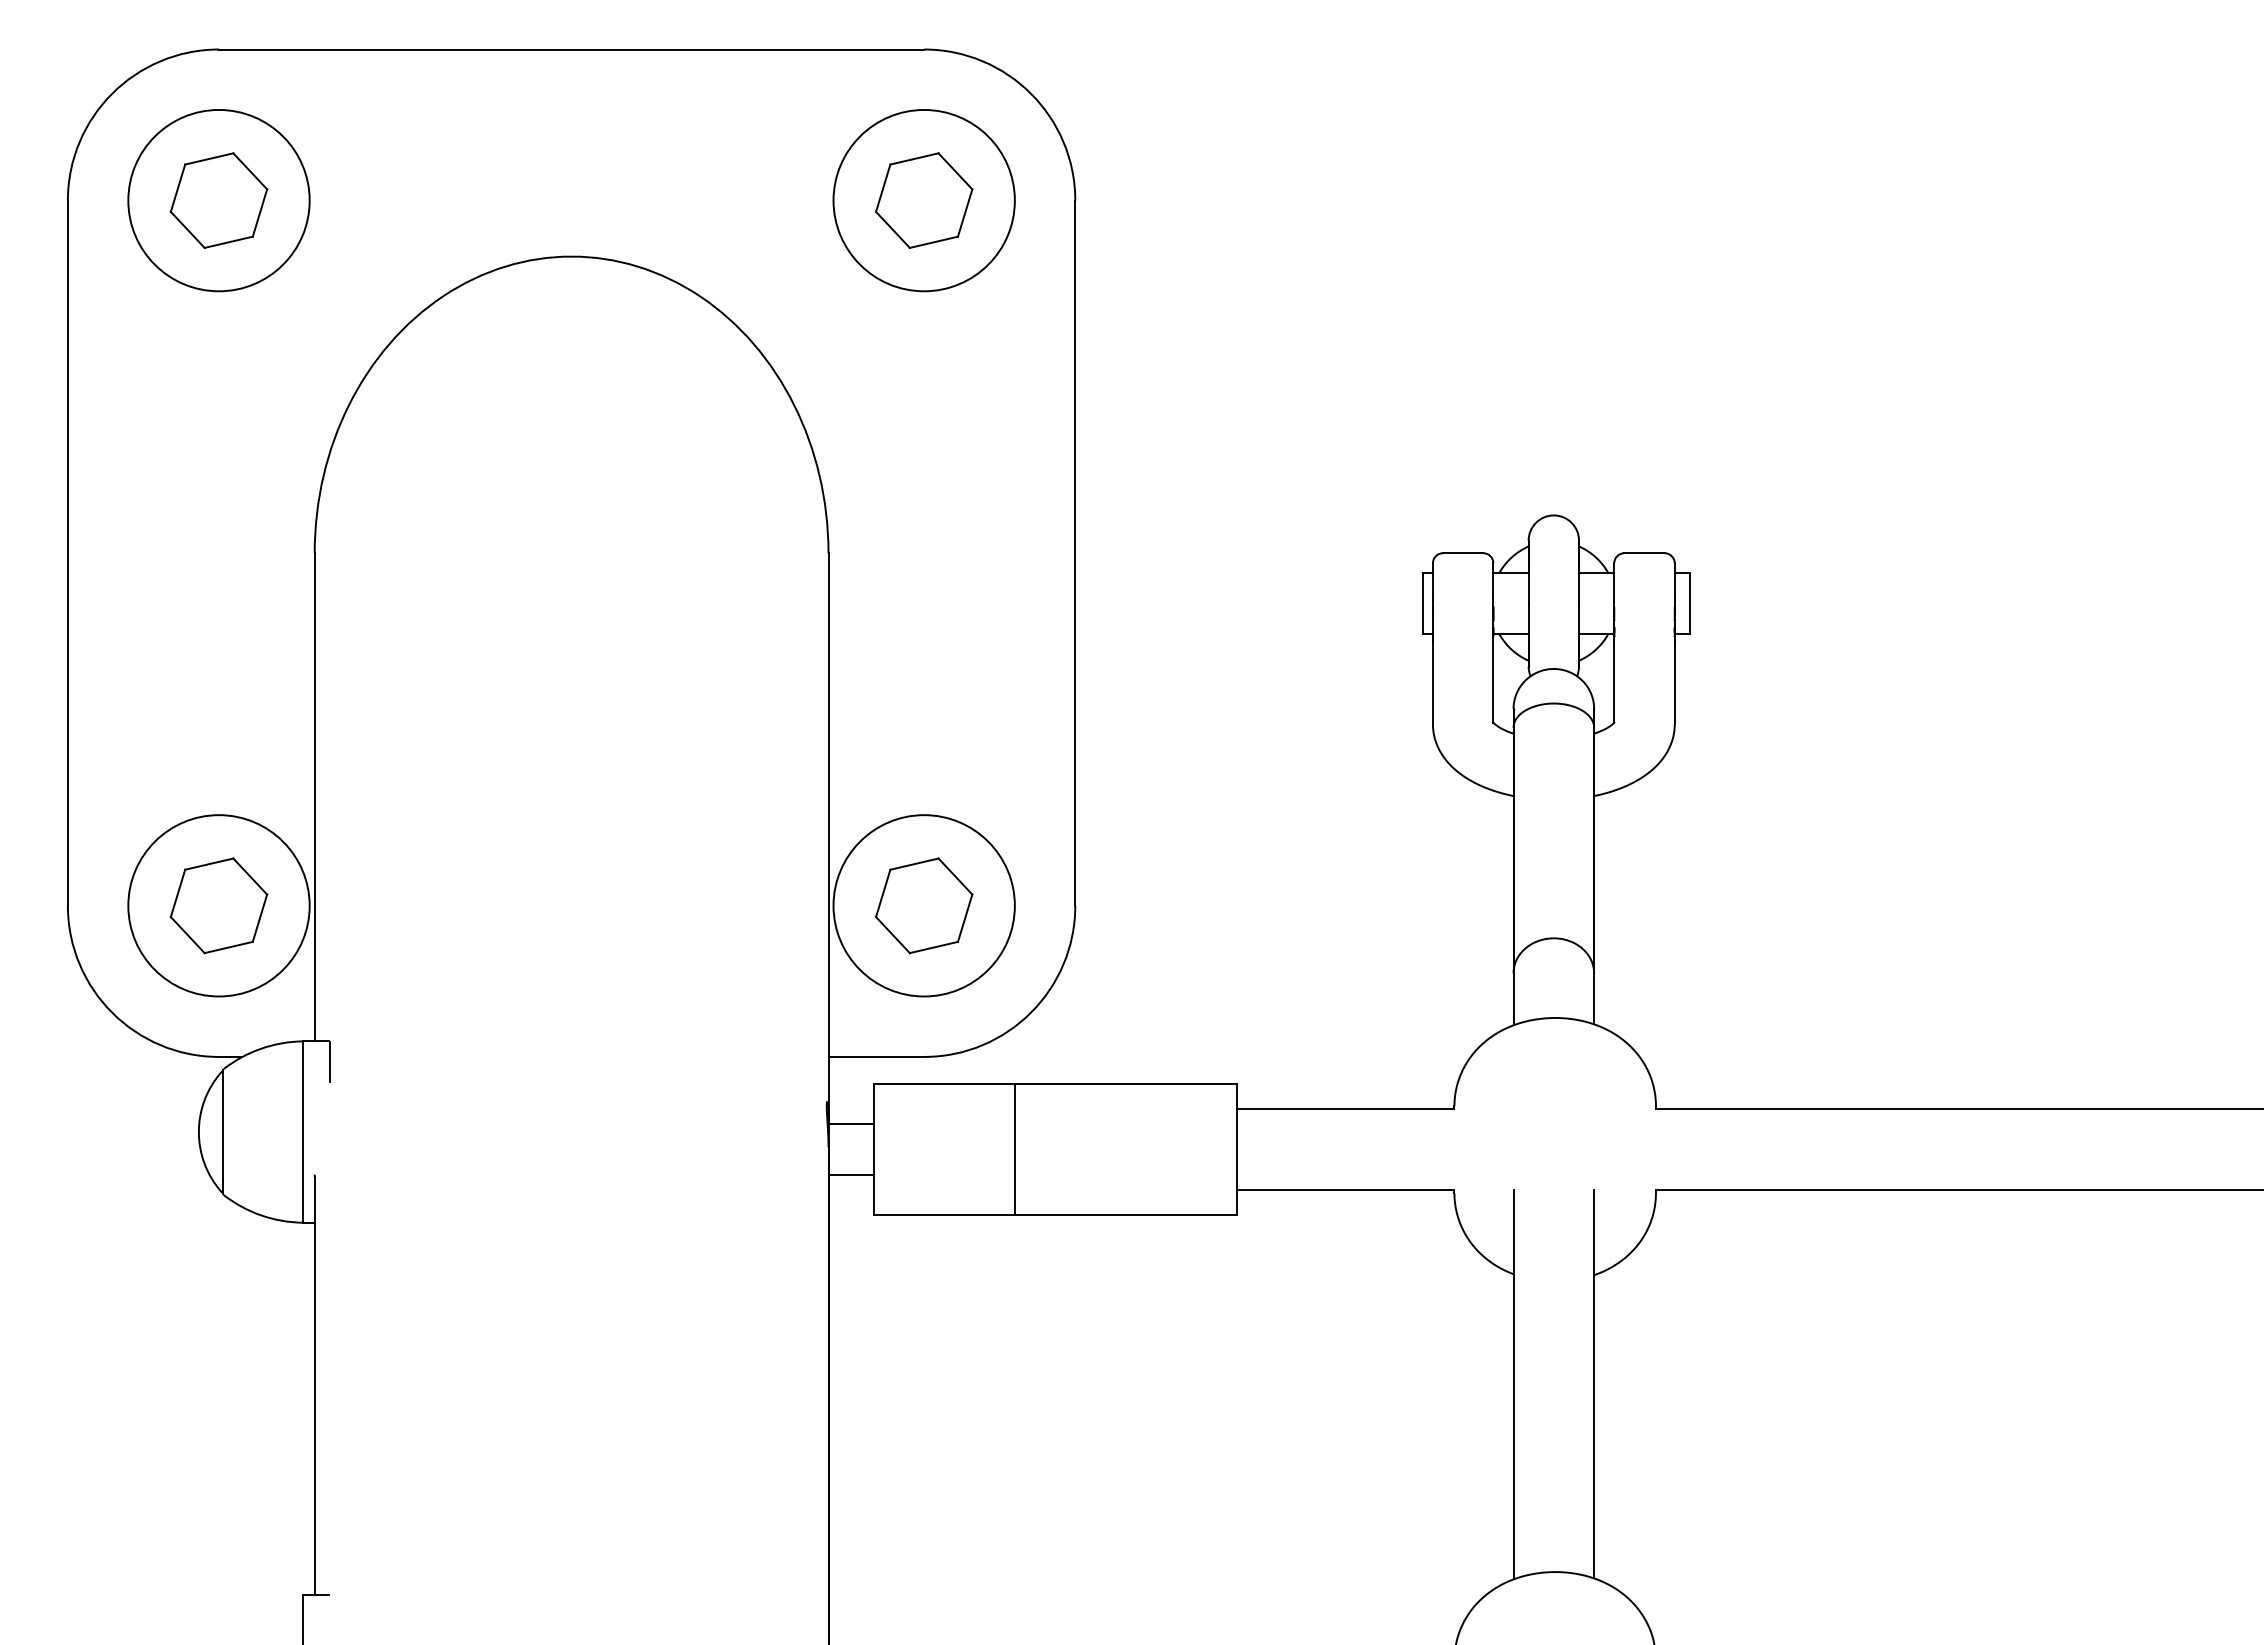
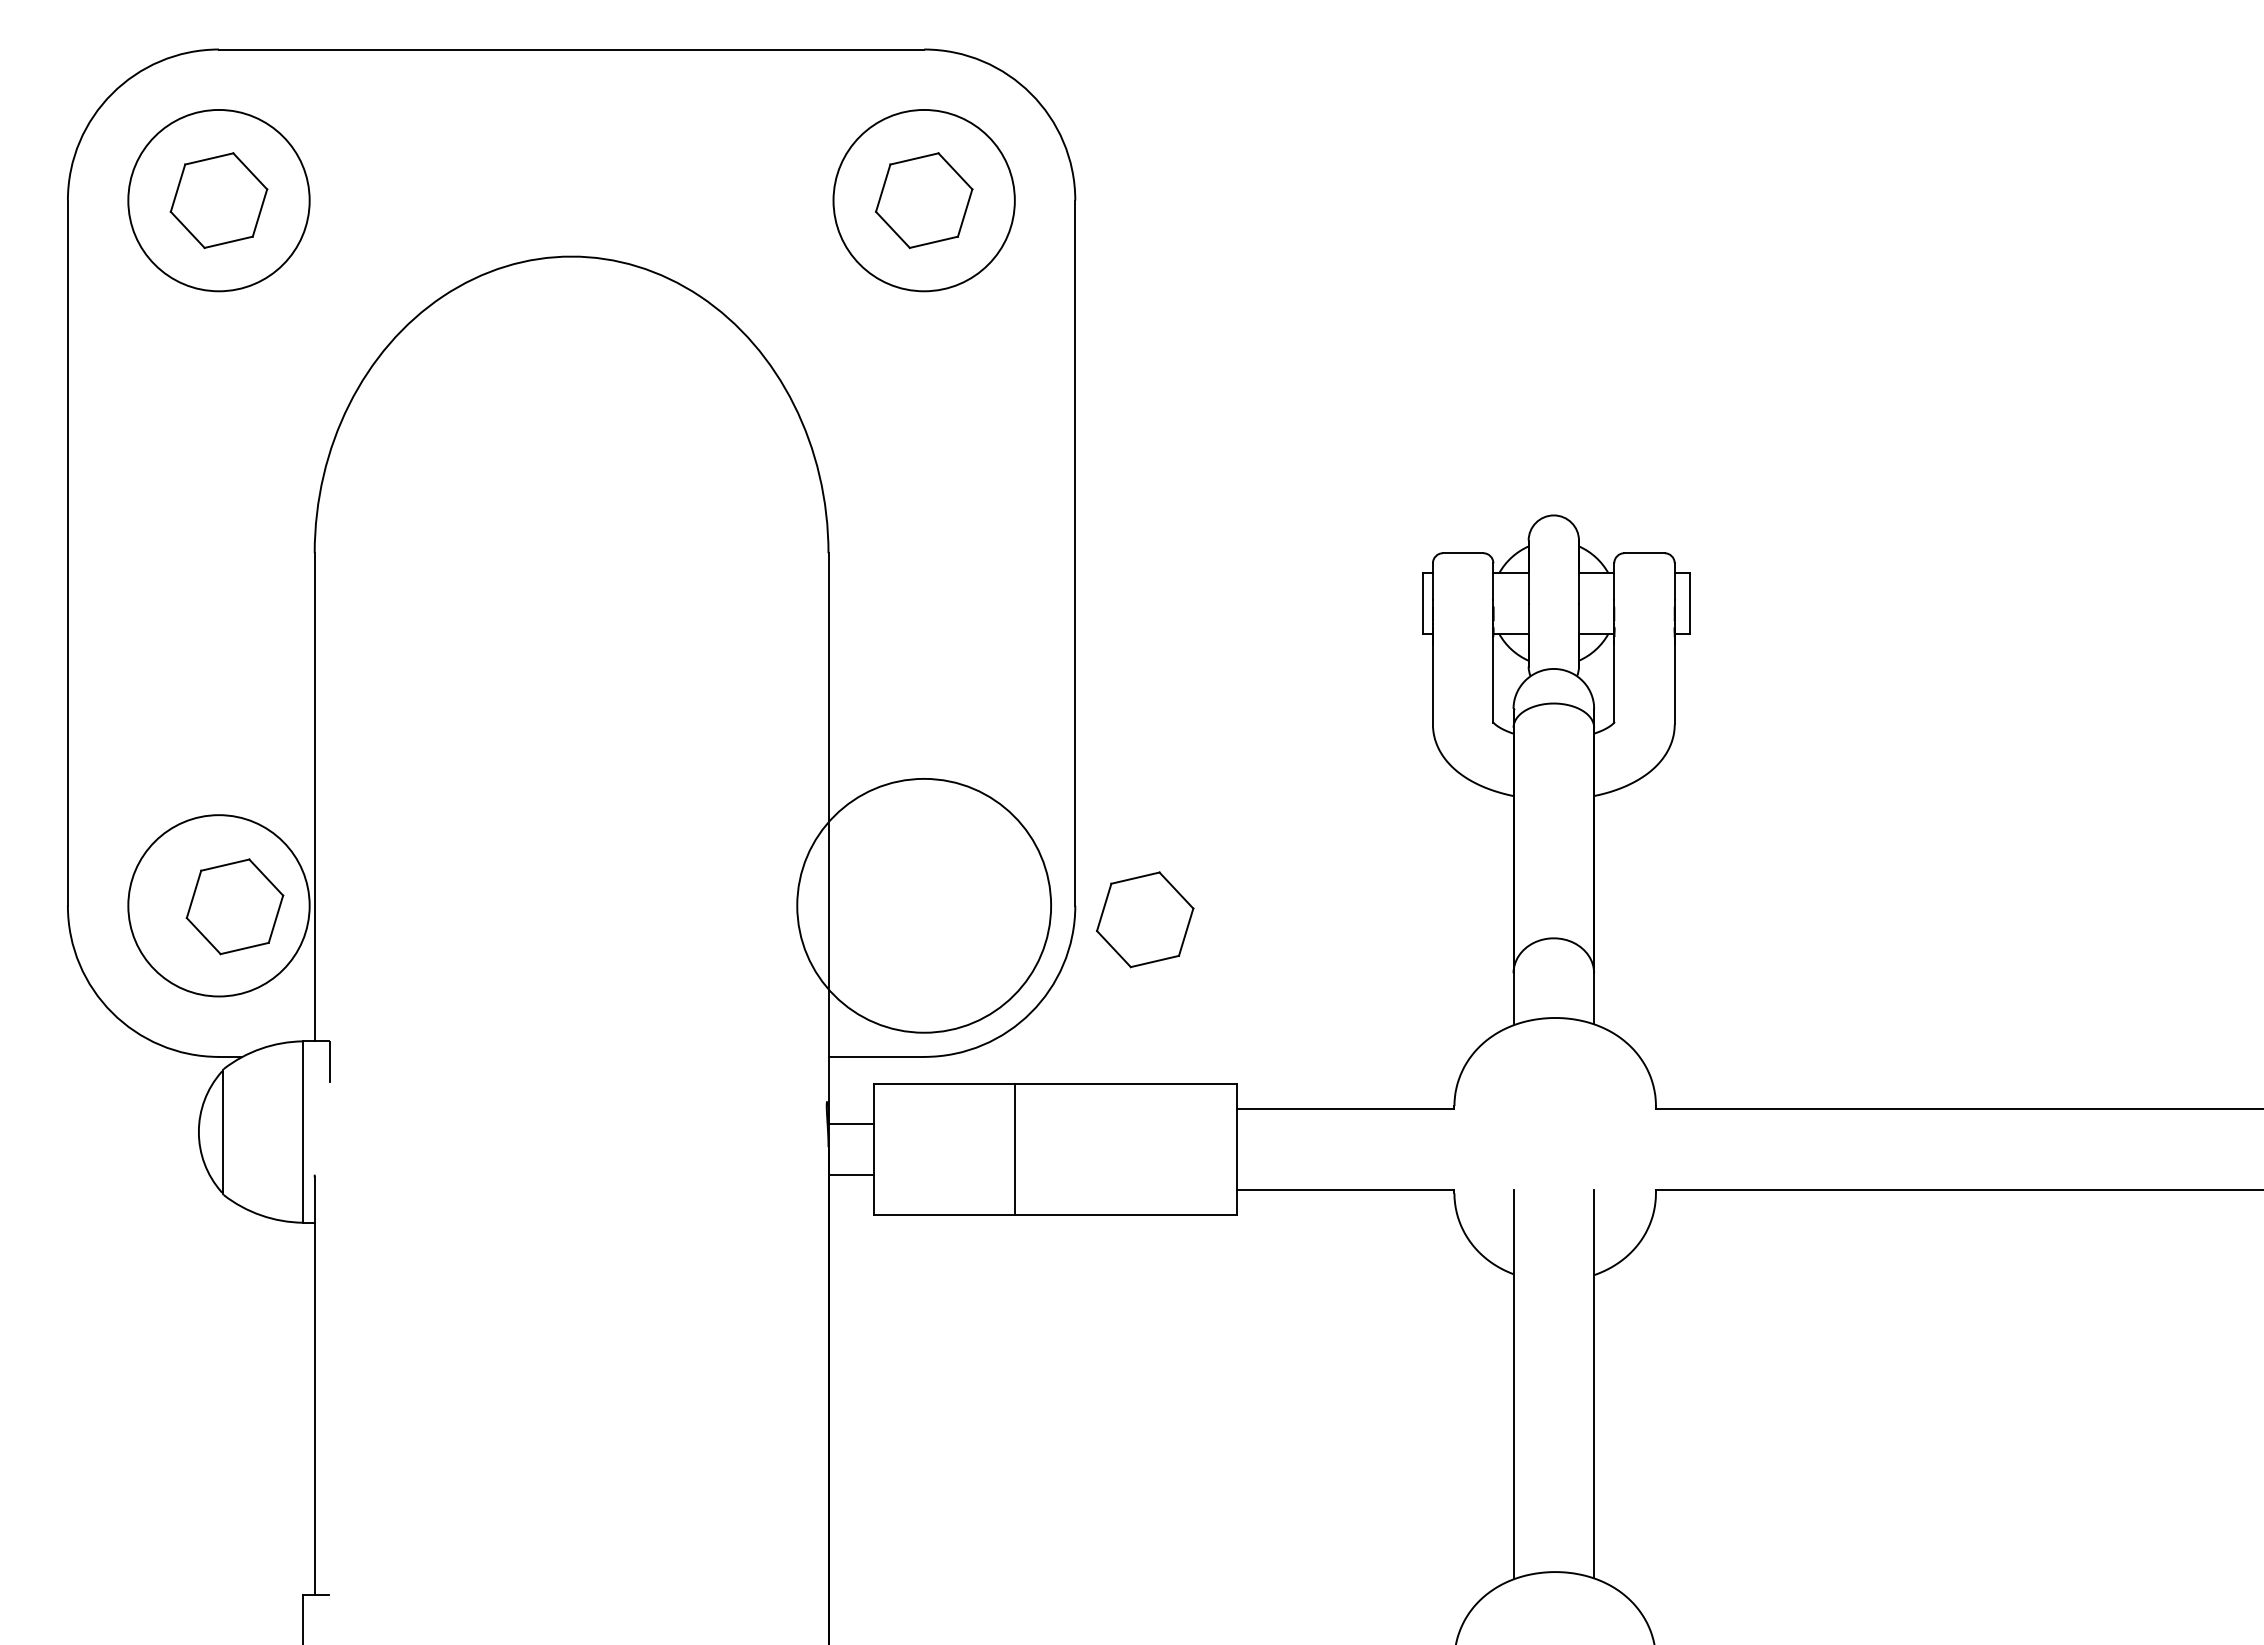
part at (218, 905) position: (218, 905) -> (234, 906)
circle at (923, 905) diameter: 181 px -> 254 px
part at (924, 905) position: (924, 905) -> (1145, 919)
